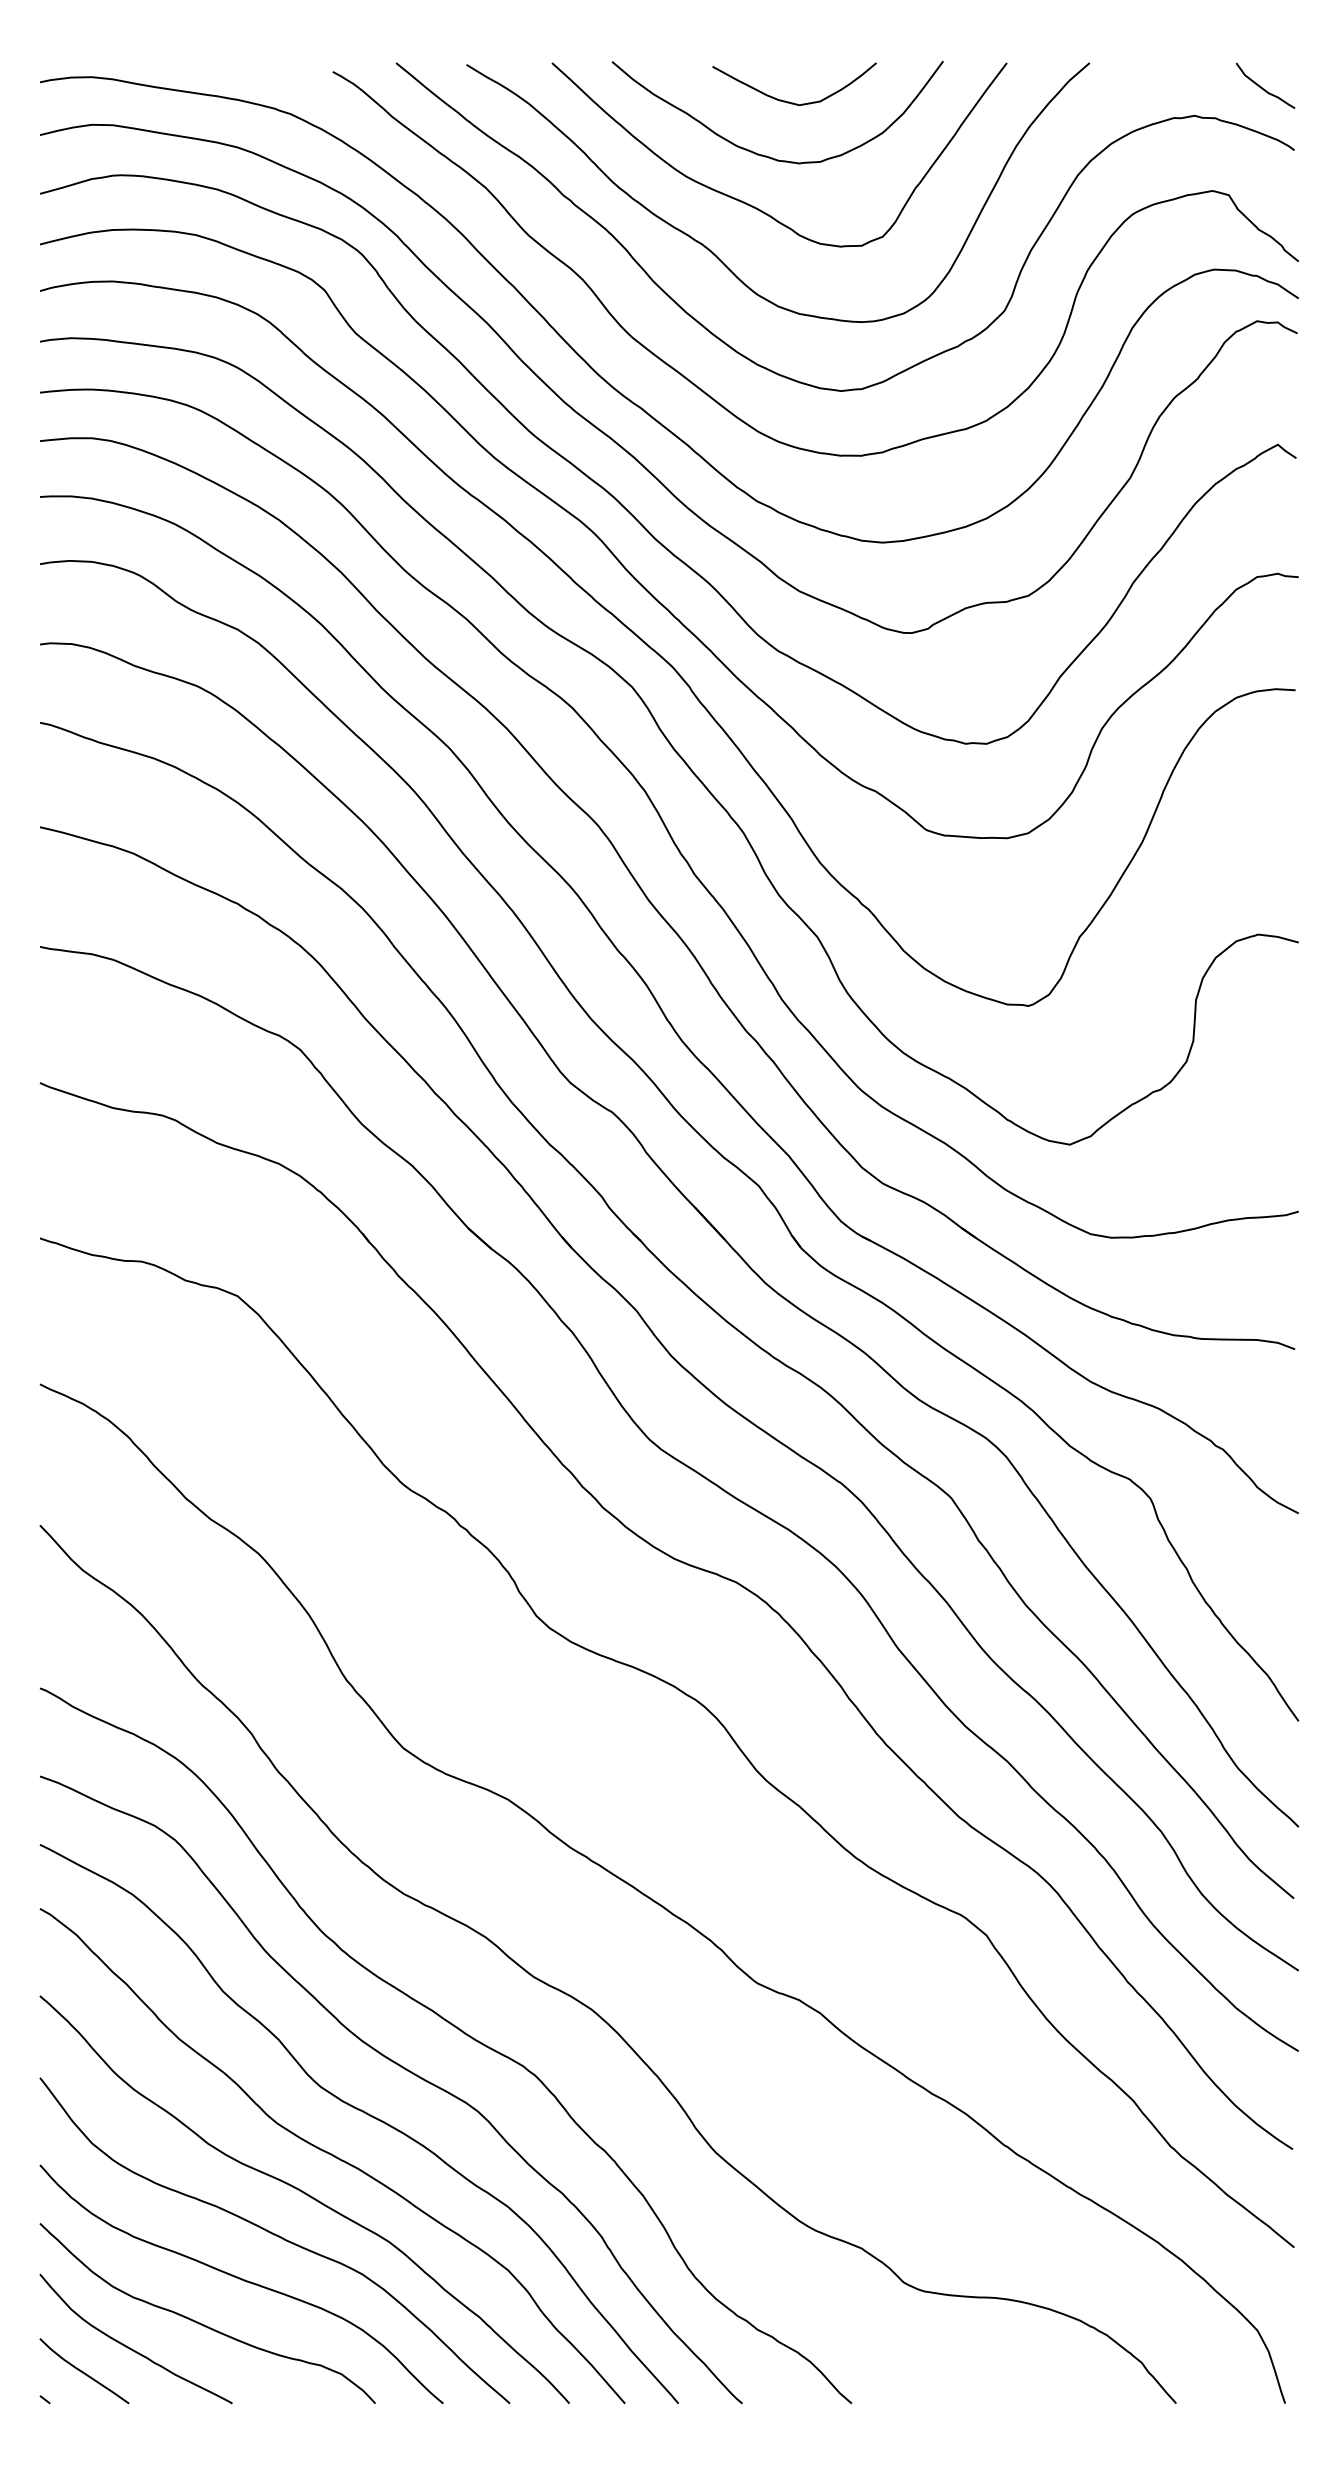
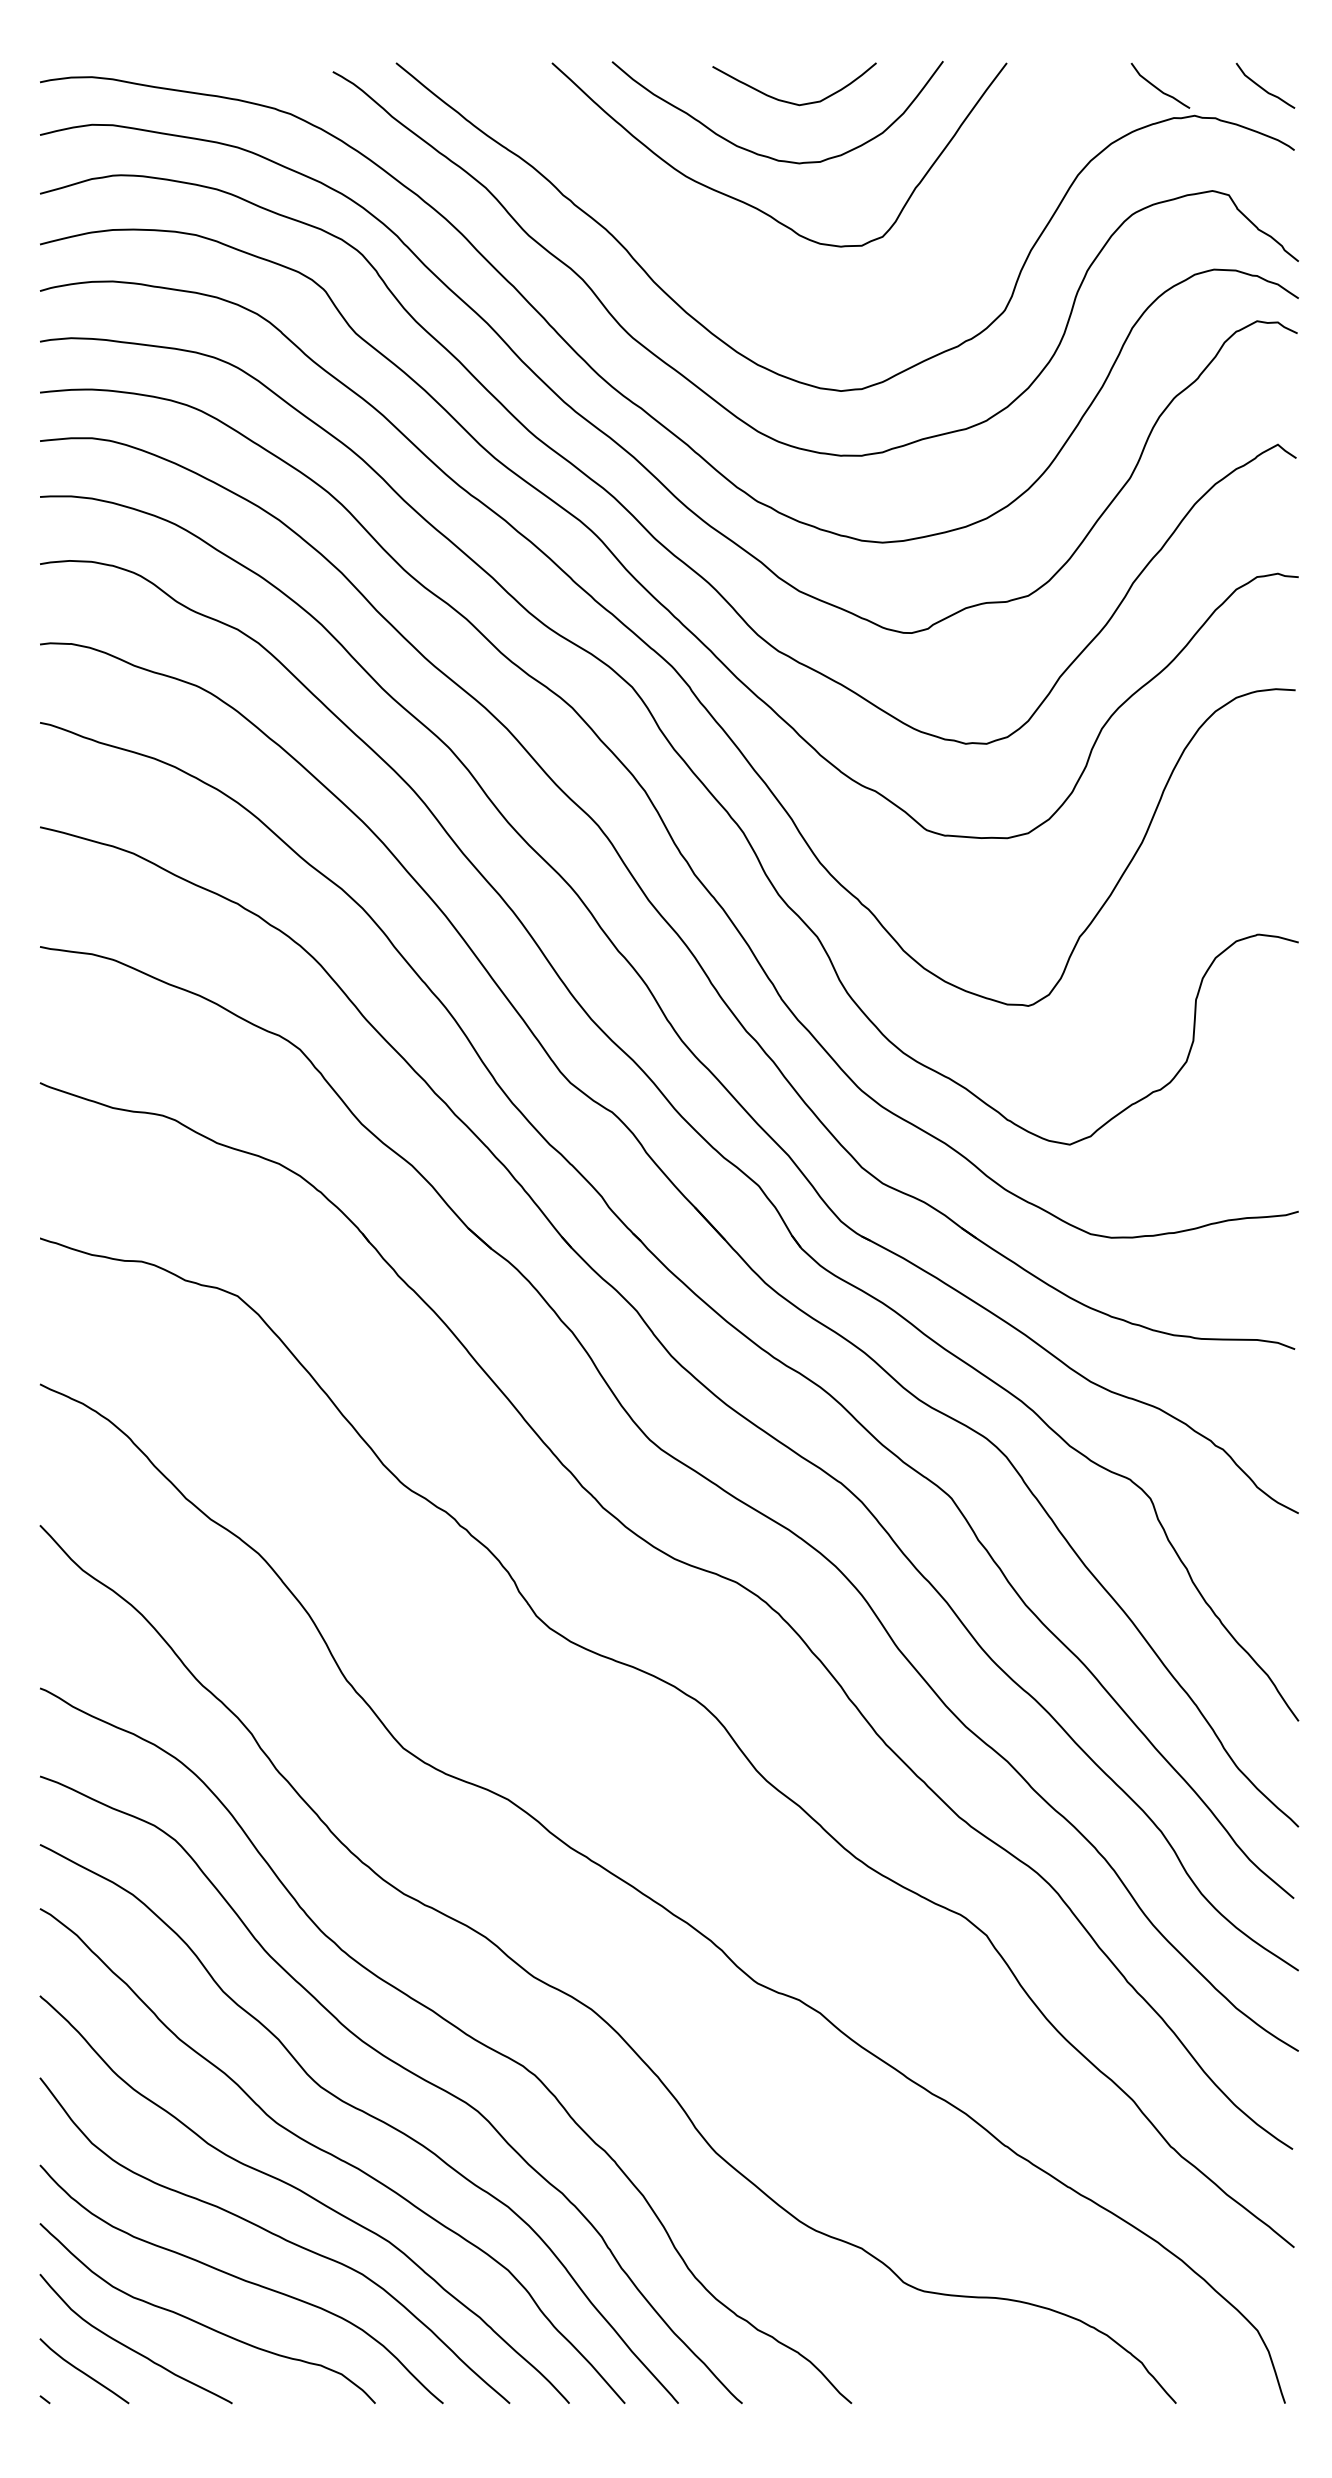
curve at (1159, 88): none -> present
curve at (715, 254): present -> none
